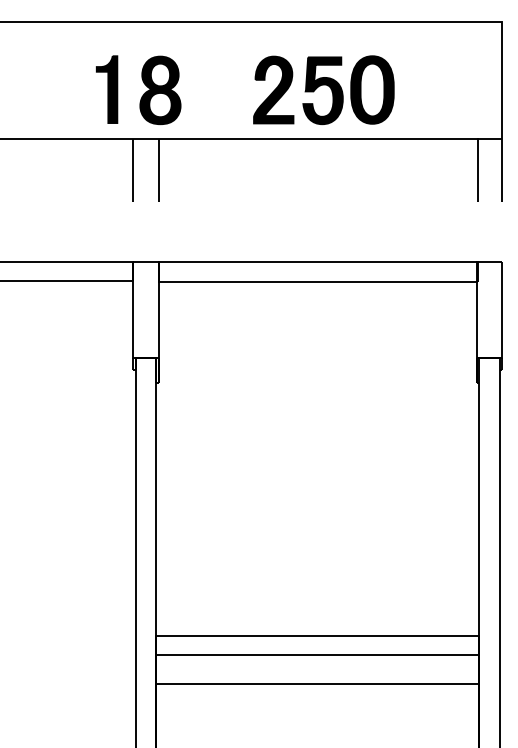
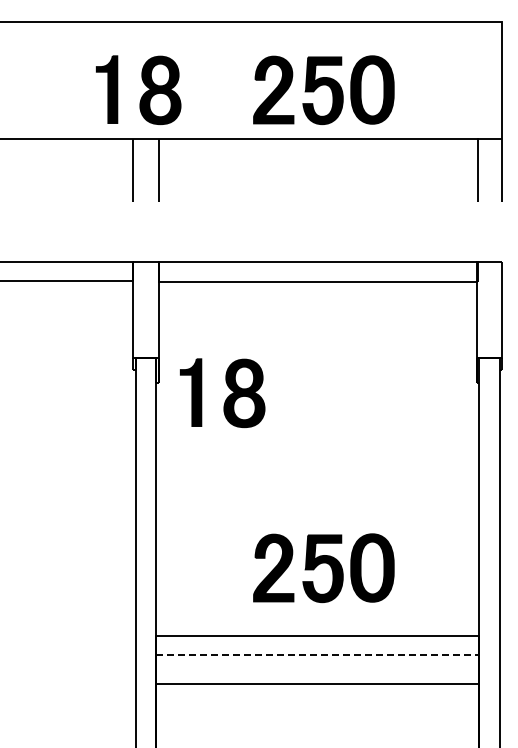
part at (222, 393): none -> present
part at (323, 568): none -> present
line at (317, 655): solid -> dashed
